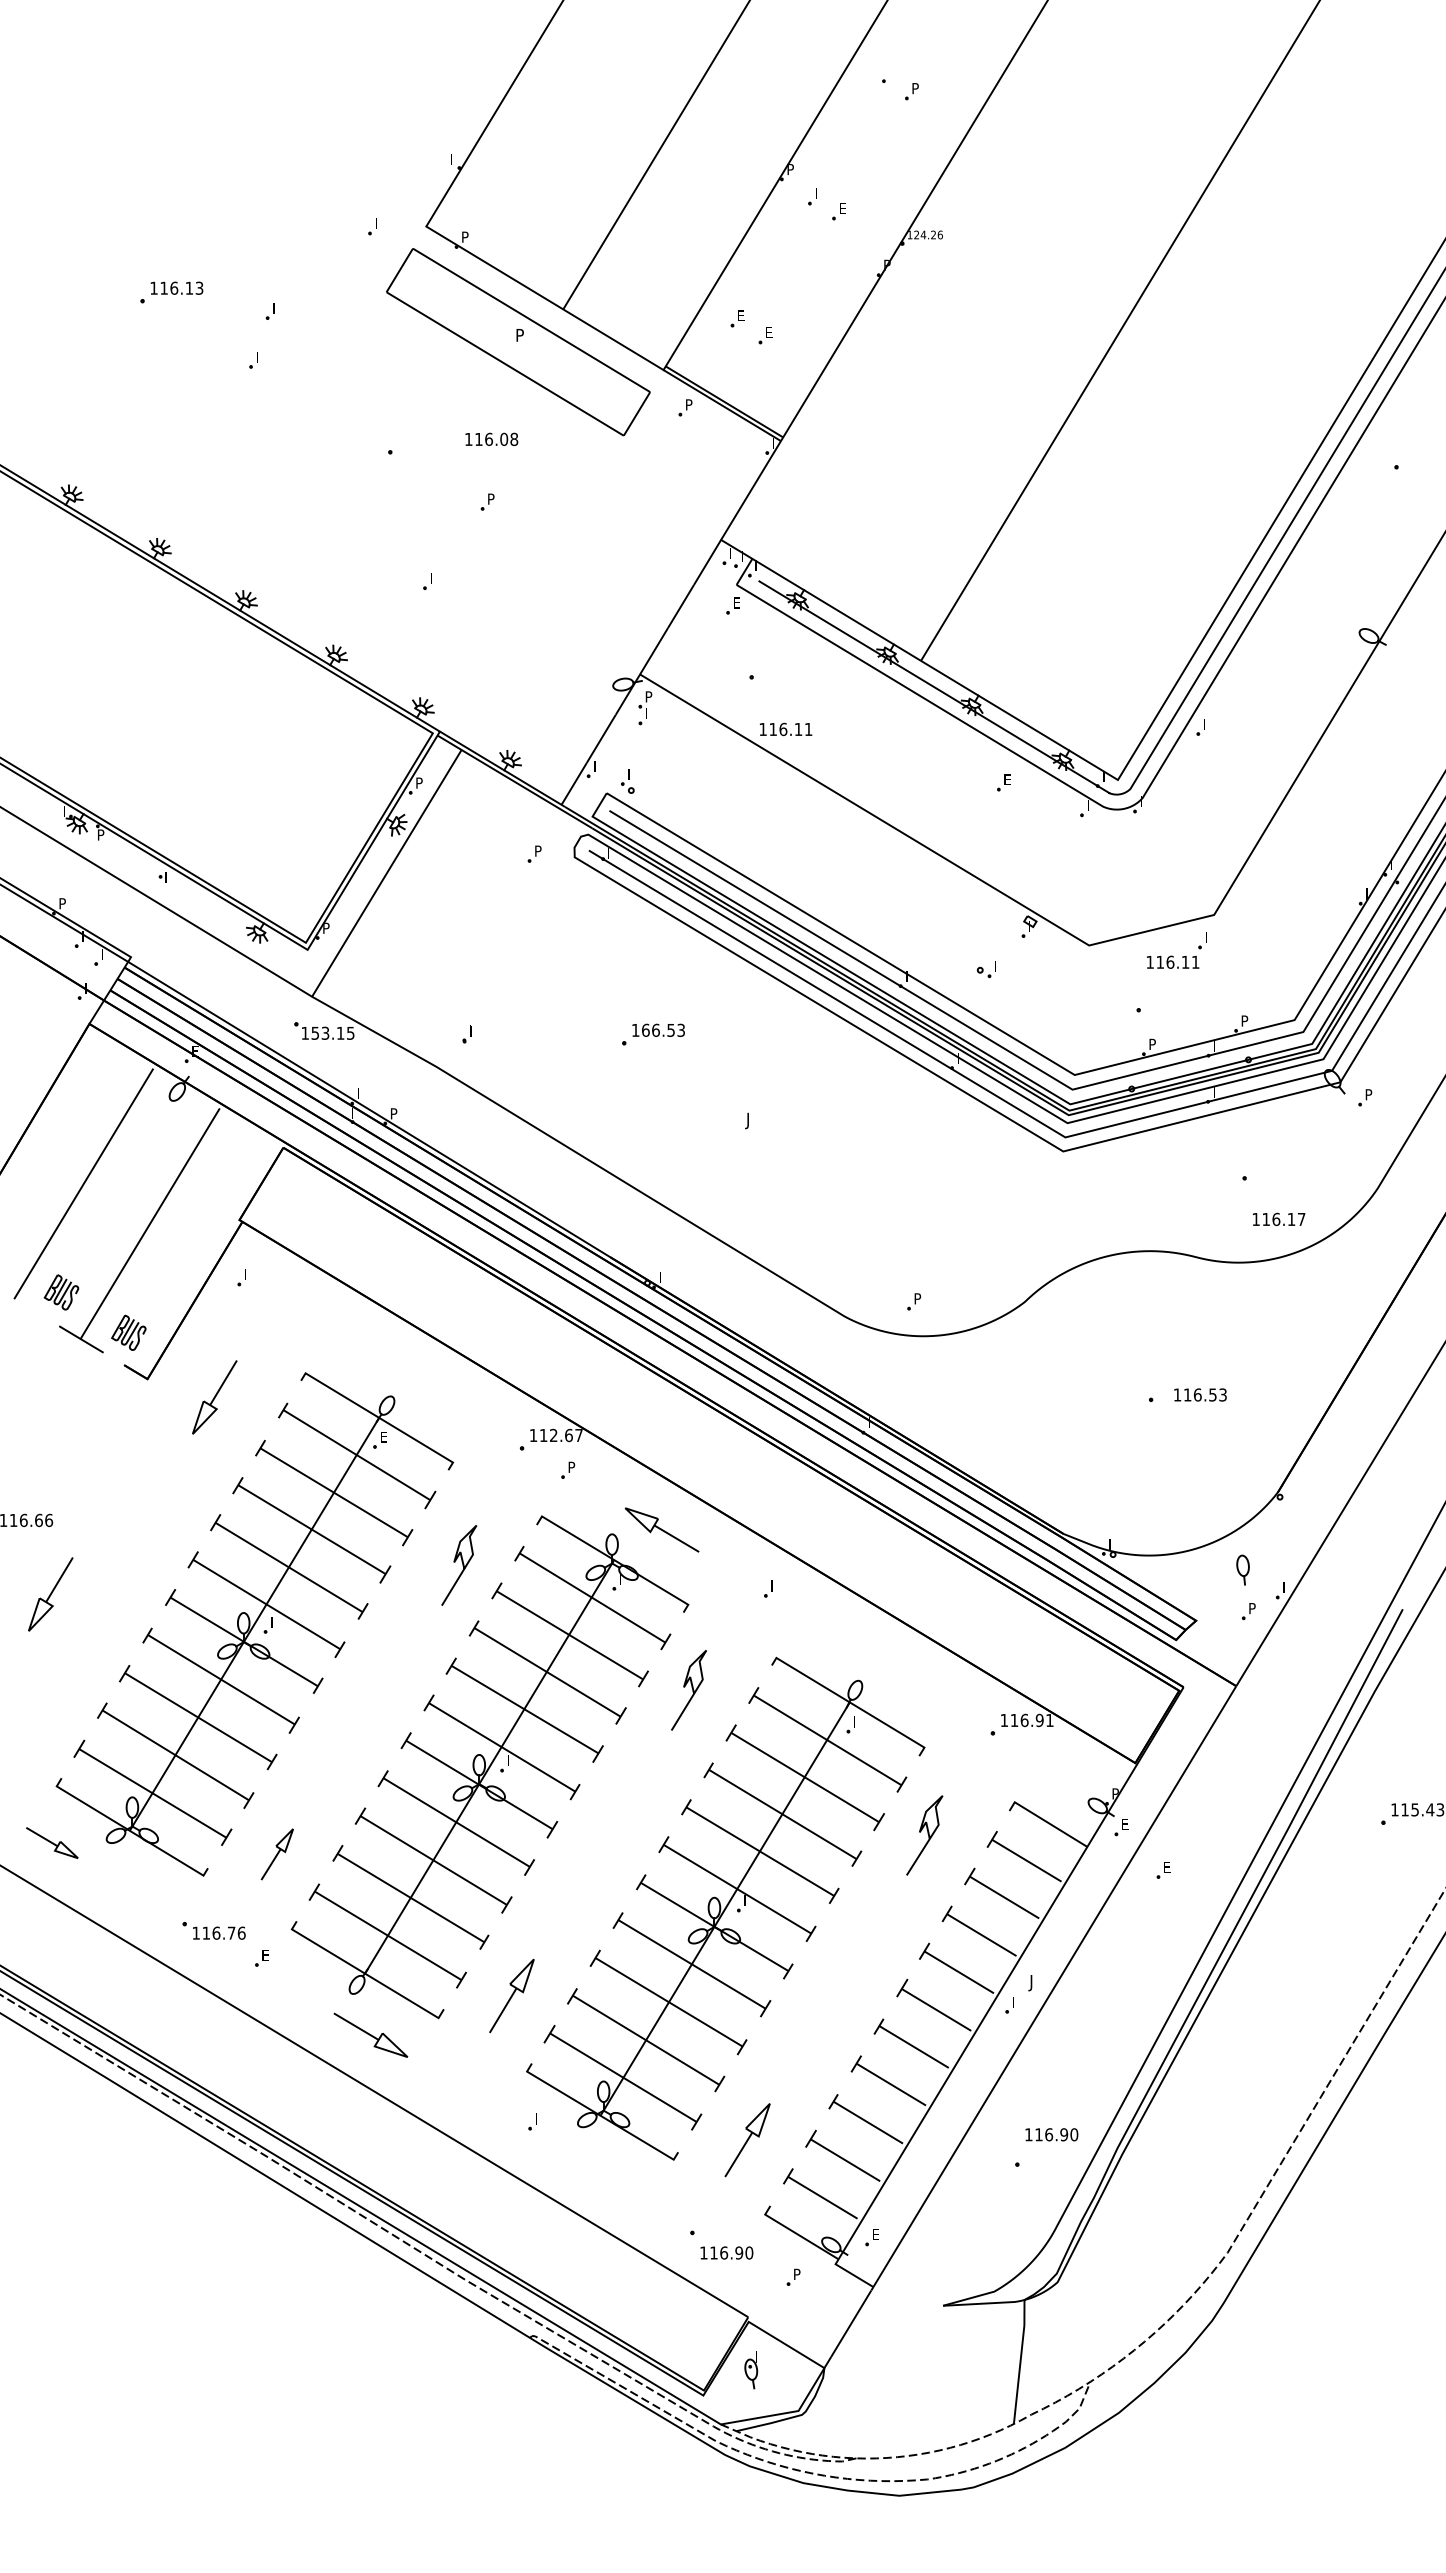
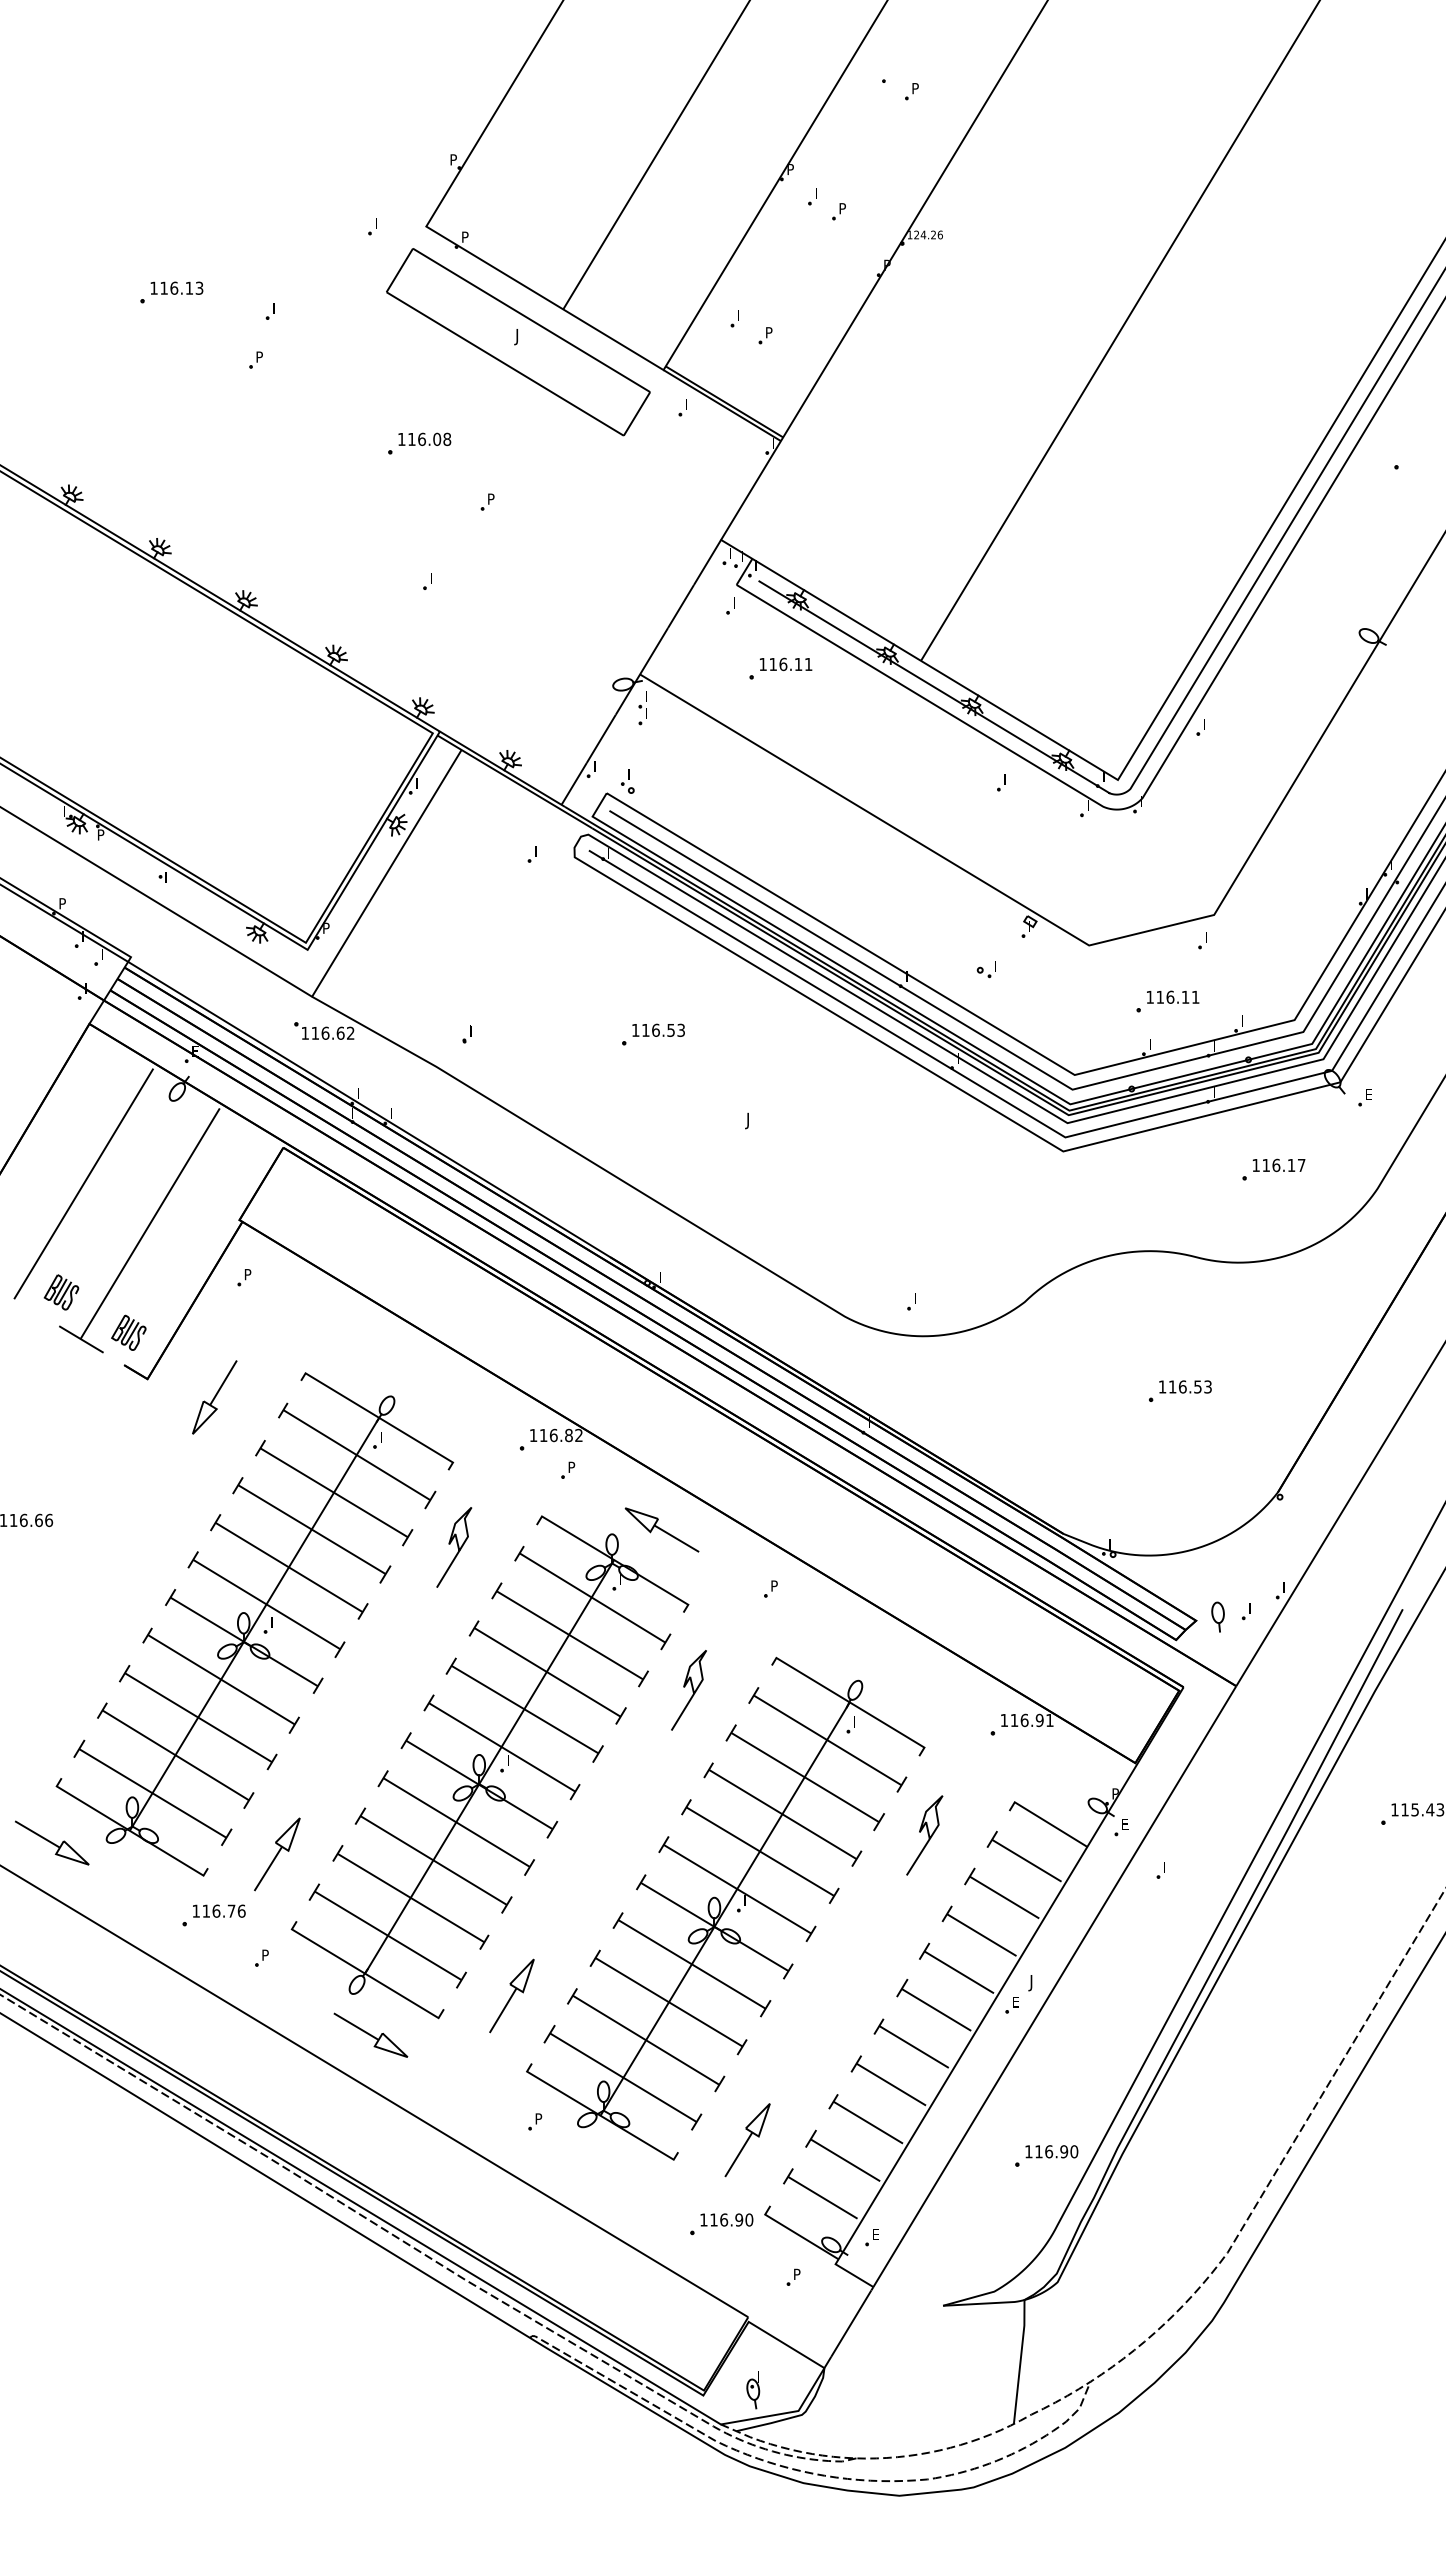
text at (453, 159): I -> P
text at (842, 208): E -> P
text at (741, 315): E -> I
text at (769, 332): E -> P
text at (518, 337): P -> J
text at (259, 356): I -> P
text at (689, 404): P -> I
text at (491, 438) position: (491, 438) -> (424, 438)
text at (737, 602): E -> I
text at (648, 696): P -> I
text at (786, 729) position: (786, 729) -> (786, 664)
text at (1008, 779): E -> I
text at (419, 782): P -> I
text at (538, 850): P -> I
text at (1173, 961) position: (1173, 961) -> (1173, 996)
text at (1244, 1020): P -> I
text at (645, 1029): 166.53 -> 116.53
text at (332, 1032): 153.15 -> 116.62
text at (1152, 1043): P -> I
text at (1368, 1094): P -> E
text at (394, 1113): P -> I
text at (1278, 1219) position: (1278, 1219) -> (1278, 1165)
text at (247, 1274): I -> P
text at (917, 1298): P -> I
text at (1200, 1394) position: (1200, 1394) -> (1185, 1386)
text at (565, 1435): 112.67 -> 116.82
text at (384, 1437): E -> I
curve at (462, 1565) position: (462, 1565) -> (457, 1547)
part at (1242, 1569) position: (1242, 1569) -> (1217, 1616)
text at (774, 1585): I -> P
part at (50, 1594): present -> none
text at (1252, 1608): P -> I
part at (52, 1842) size: 53x32 px -> 75x46 px
part at (276, 1854) size: 34x53 px -> 47x75 px
text at (1167, 1867): E -> I
text at (219, 1932) position: (219, 1932) -> (219, 1910)
text at (265, 1954): E -> P
text at (1016, 2002): I -> E
text at (538, 2118): I -> P
text at (1051, 2134) position: (1051, 2134) -> (1051, 2151)
text at (726, 2252) position: (726, 2252) -> (726, 2219)
part at (751, 2370) position: (751, 2370) -> (753, 2390)
